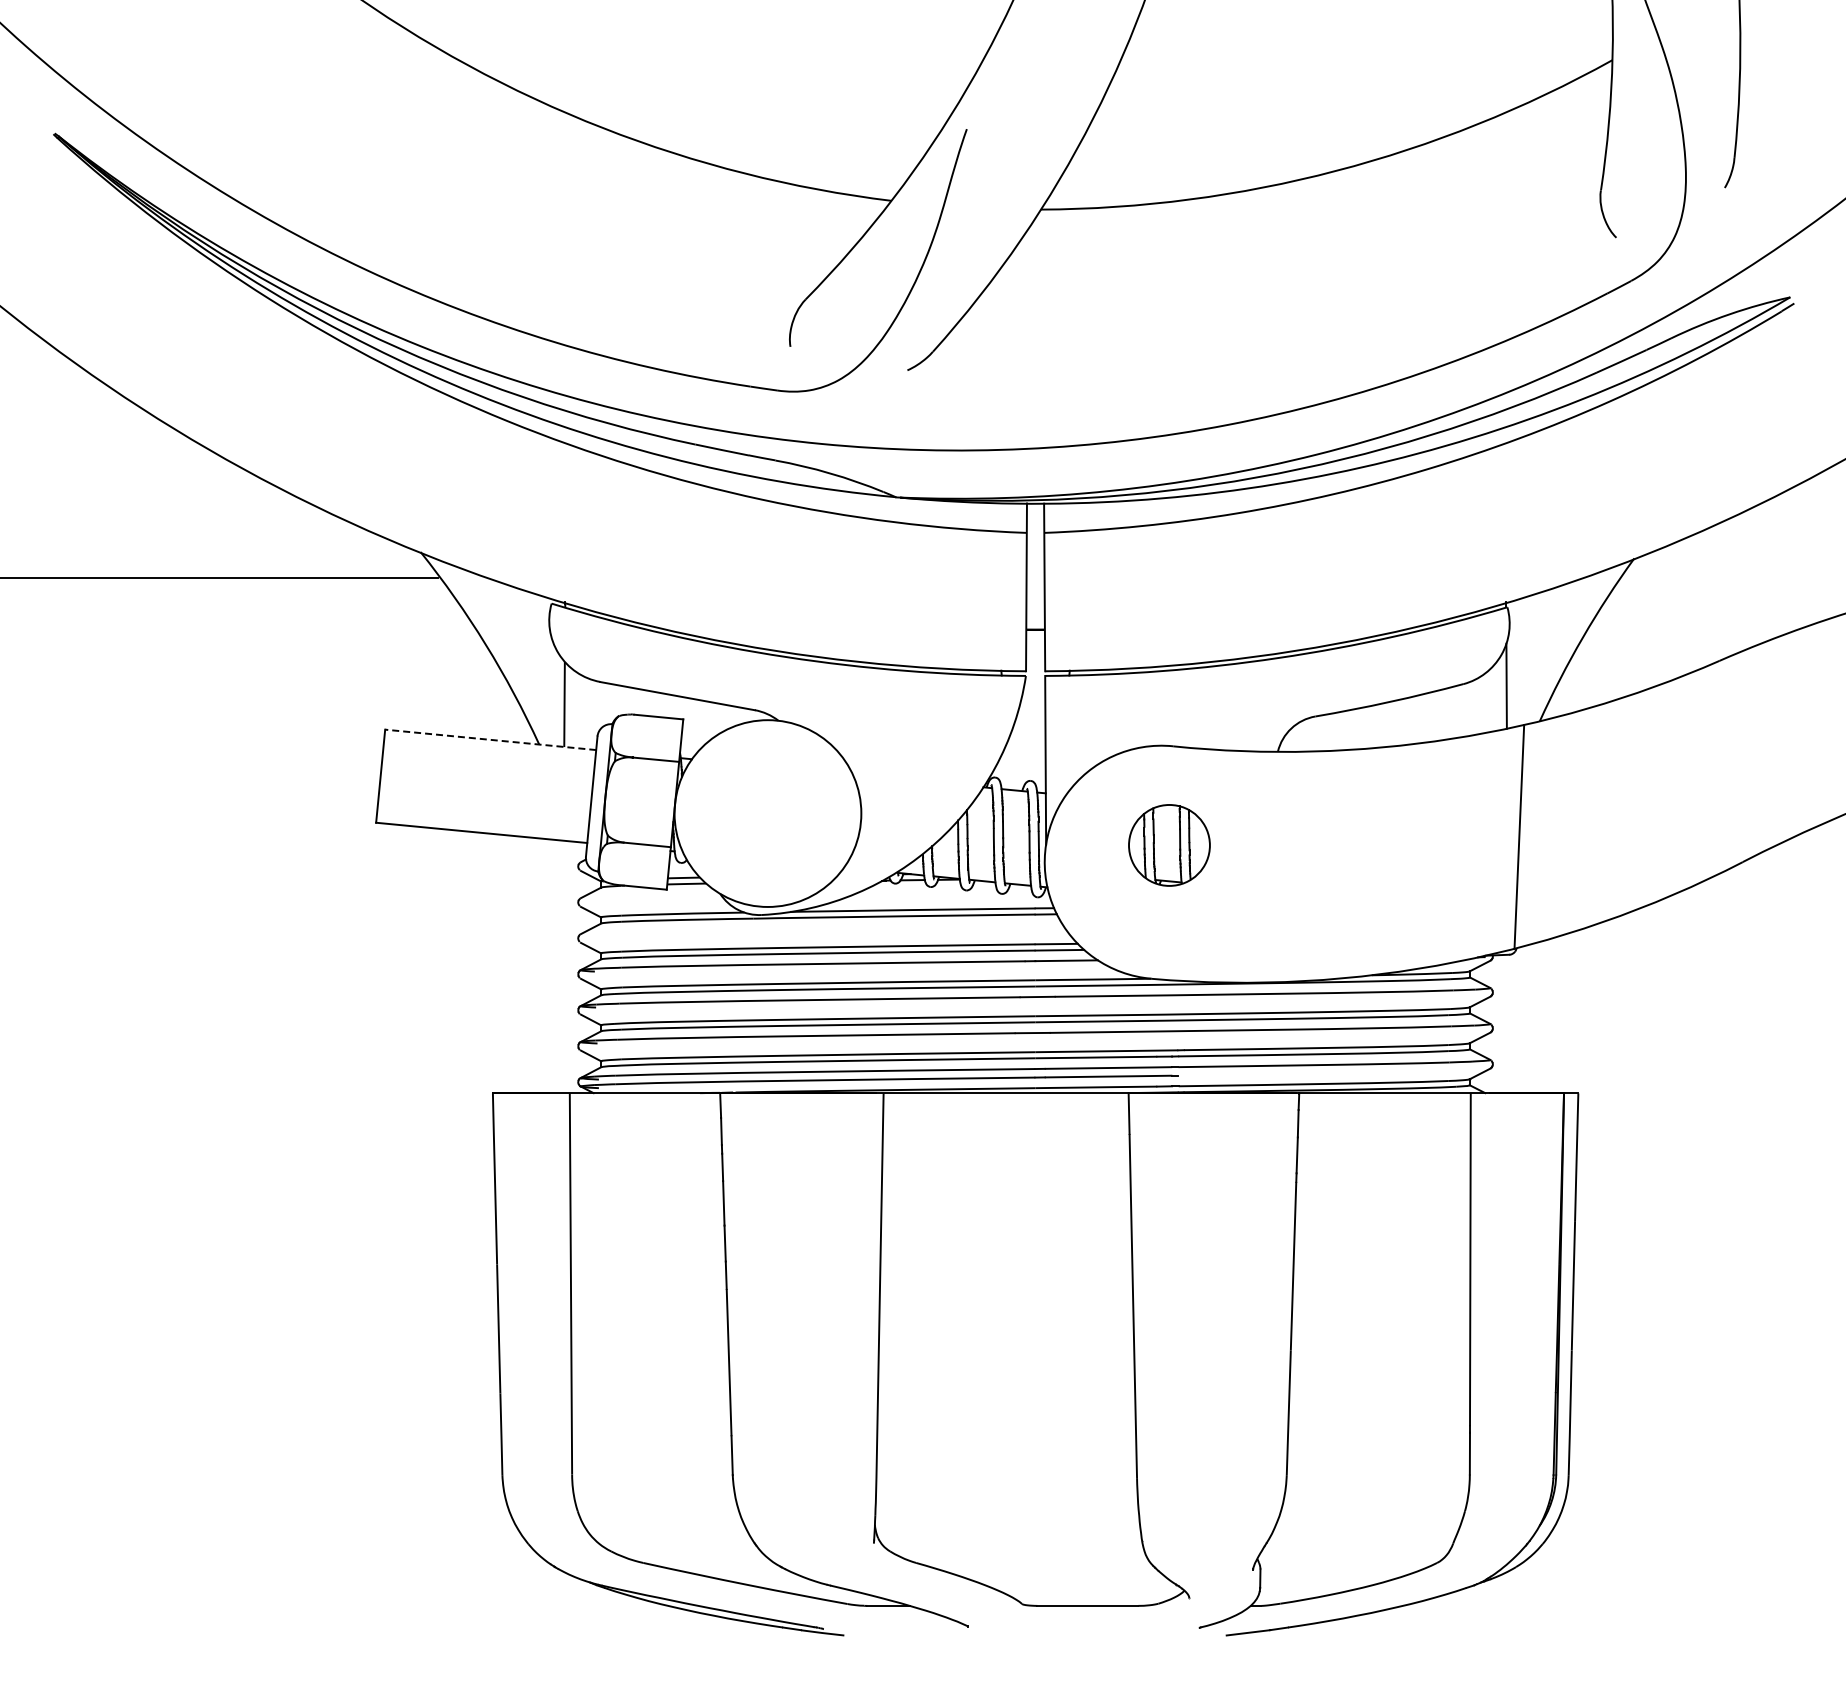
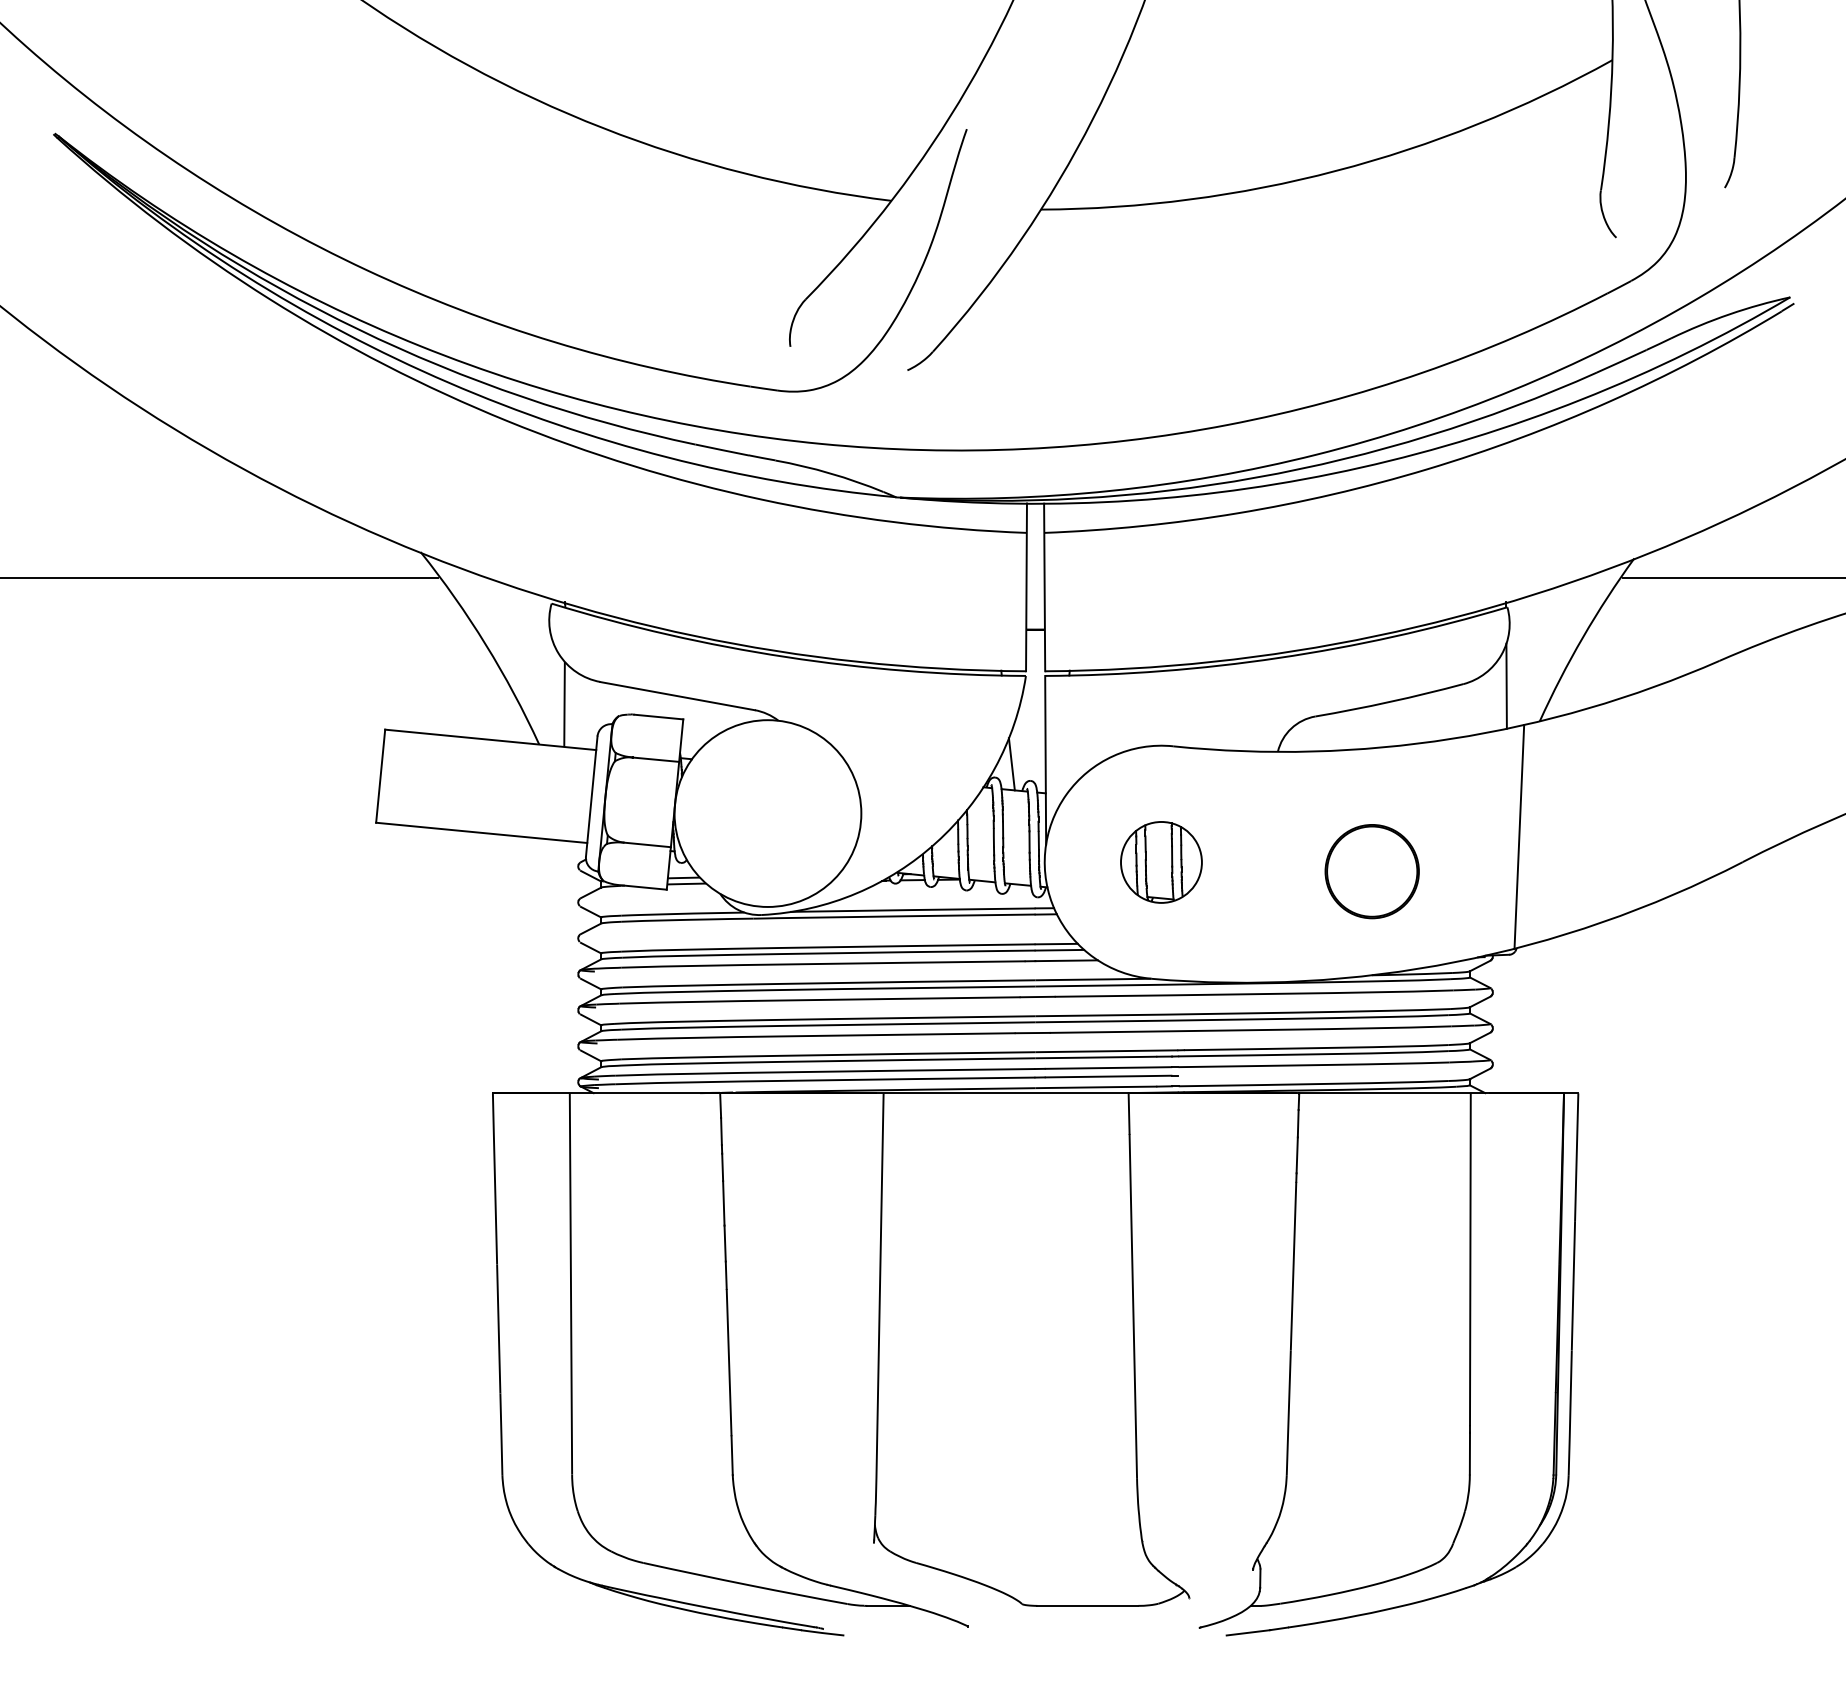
line at (1732, 577): none -> present
line at (490, 739): dashed -> solid
line at (1011, 764): none -> present
part at (1169, 845) position: (1169, 845) -> (1161, 862)
part at (1371, 871): none -> present
